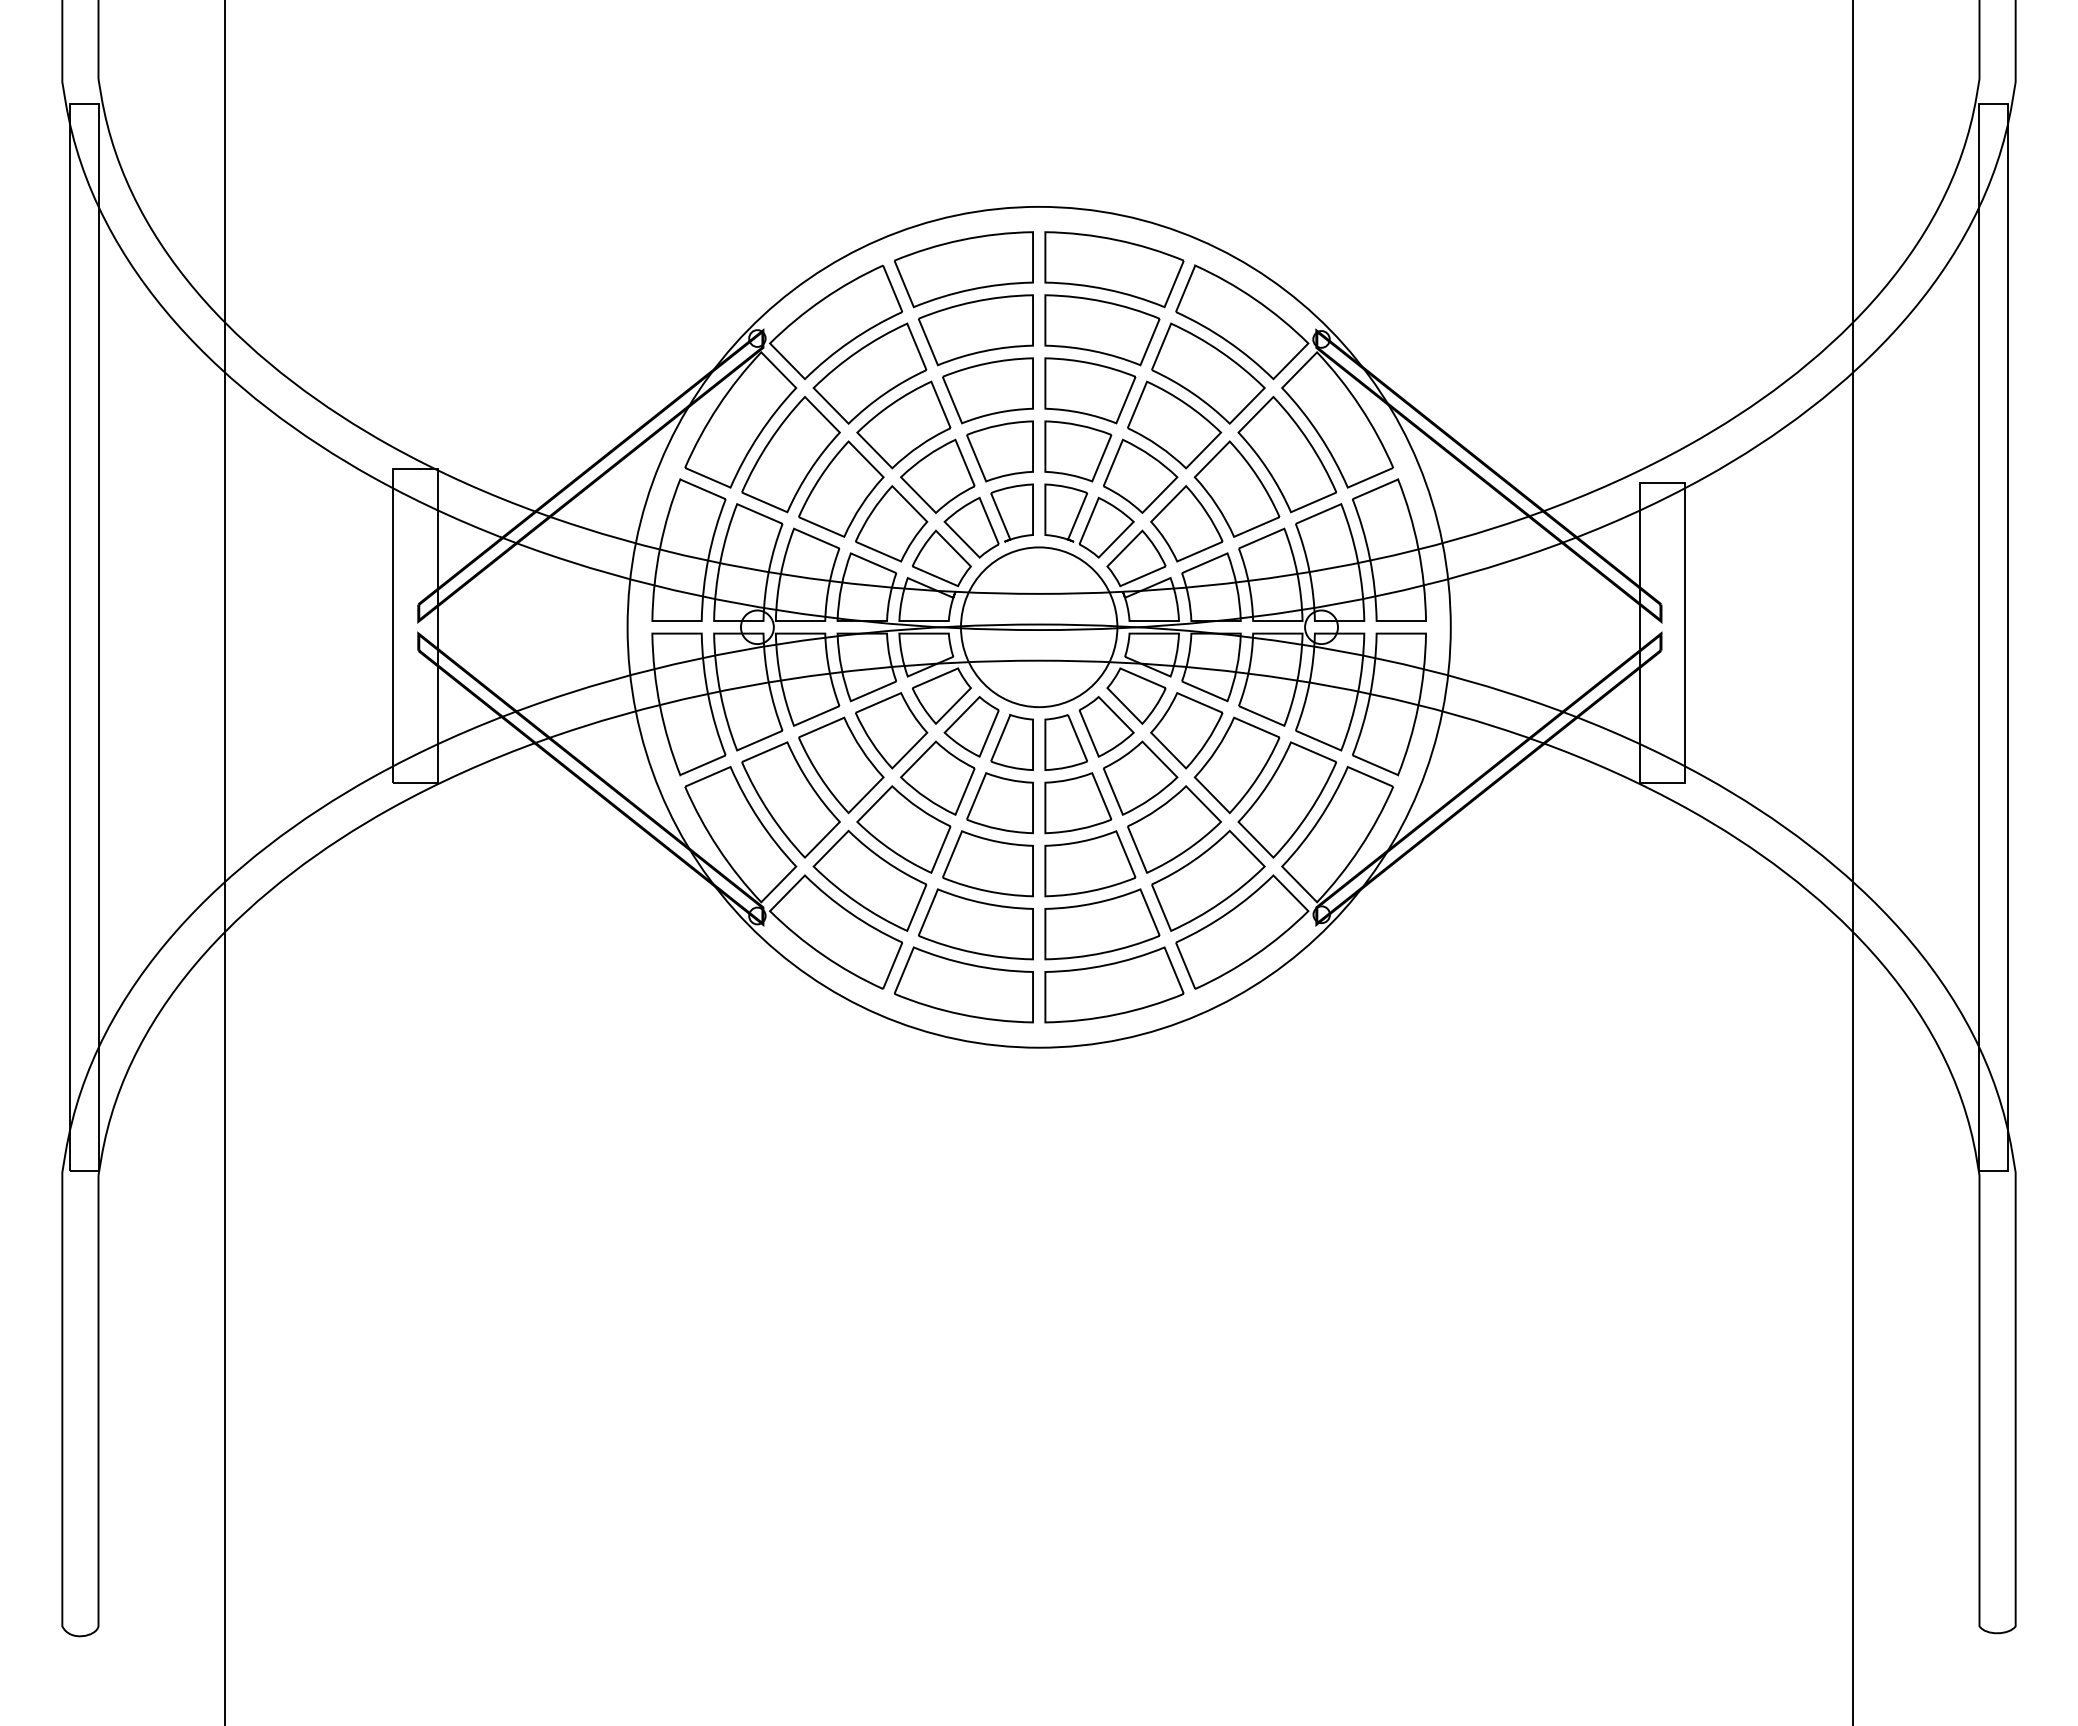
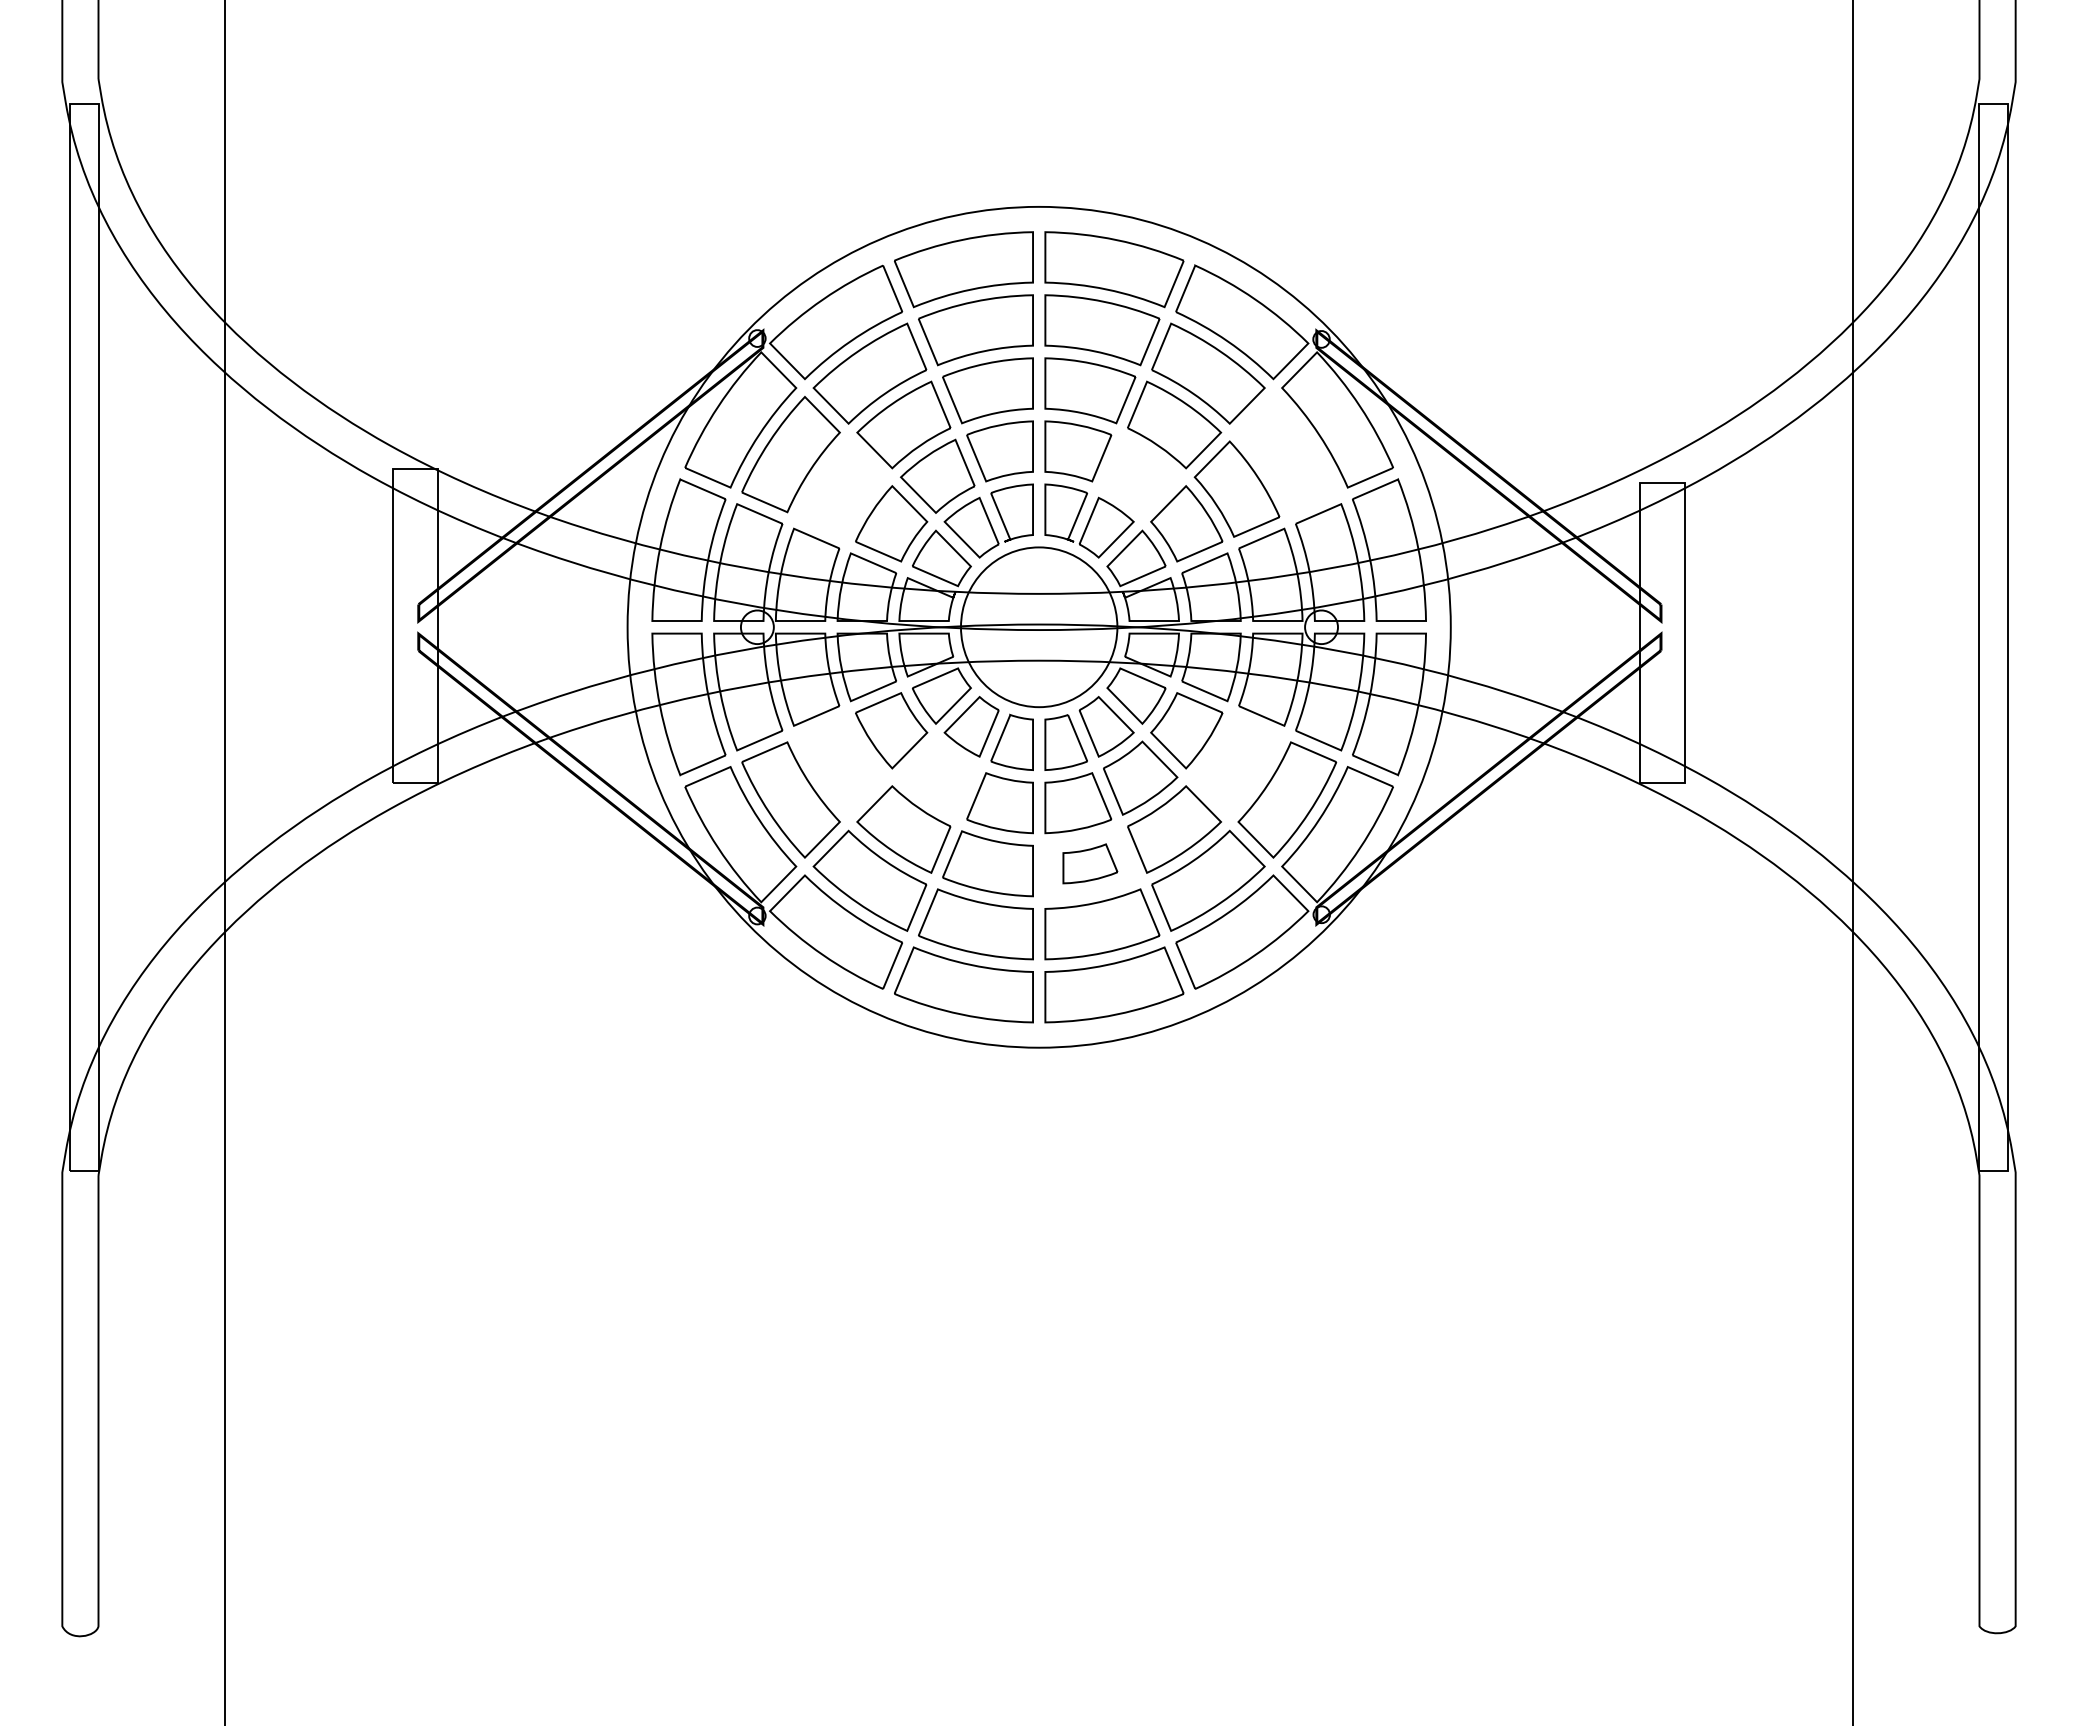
part at (1286, 454): present -> none
part at (1140, 475): present -> none
part at (841, 488): present -> none
part at (841, 765): present -> none
part at (1236, 765): present -> none
part at (937, 777): present -> none
part at (1090, 863) size: 93x68 px -> 57x42 px
